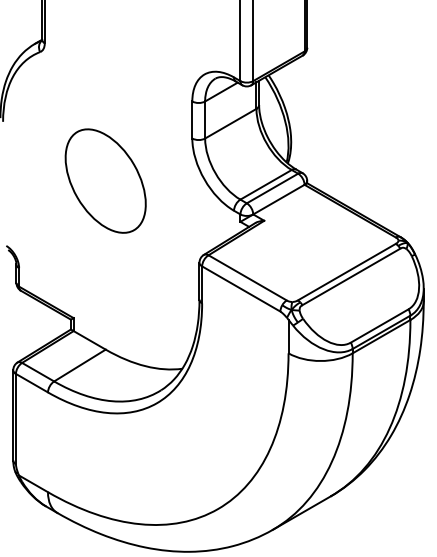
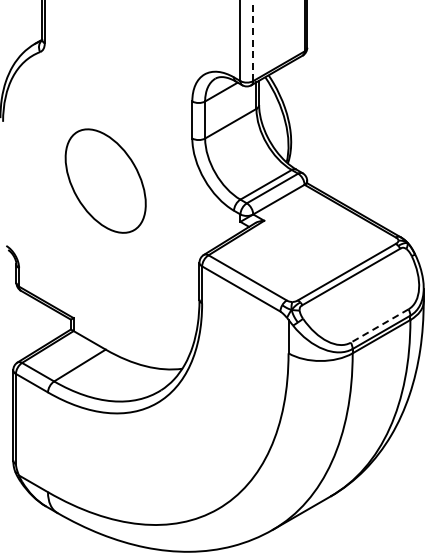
line at (253, 40): solid -> dashed
line at (379, 326): solid -> dashed
